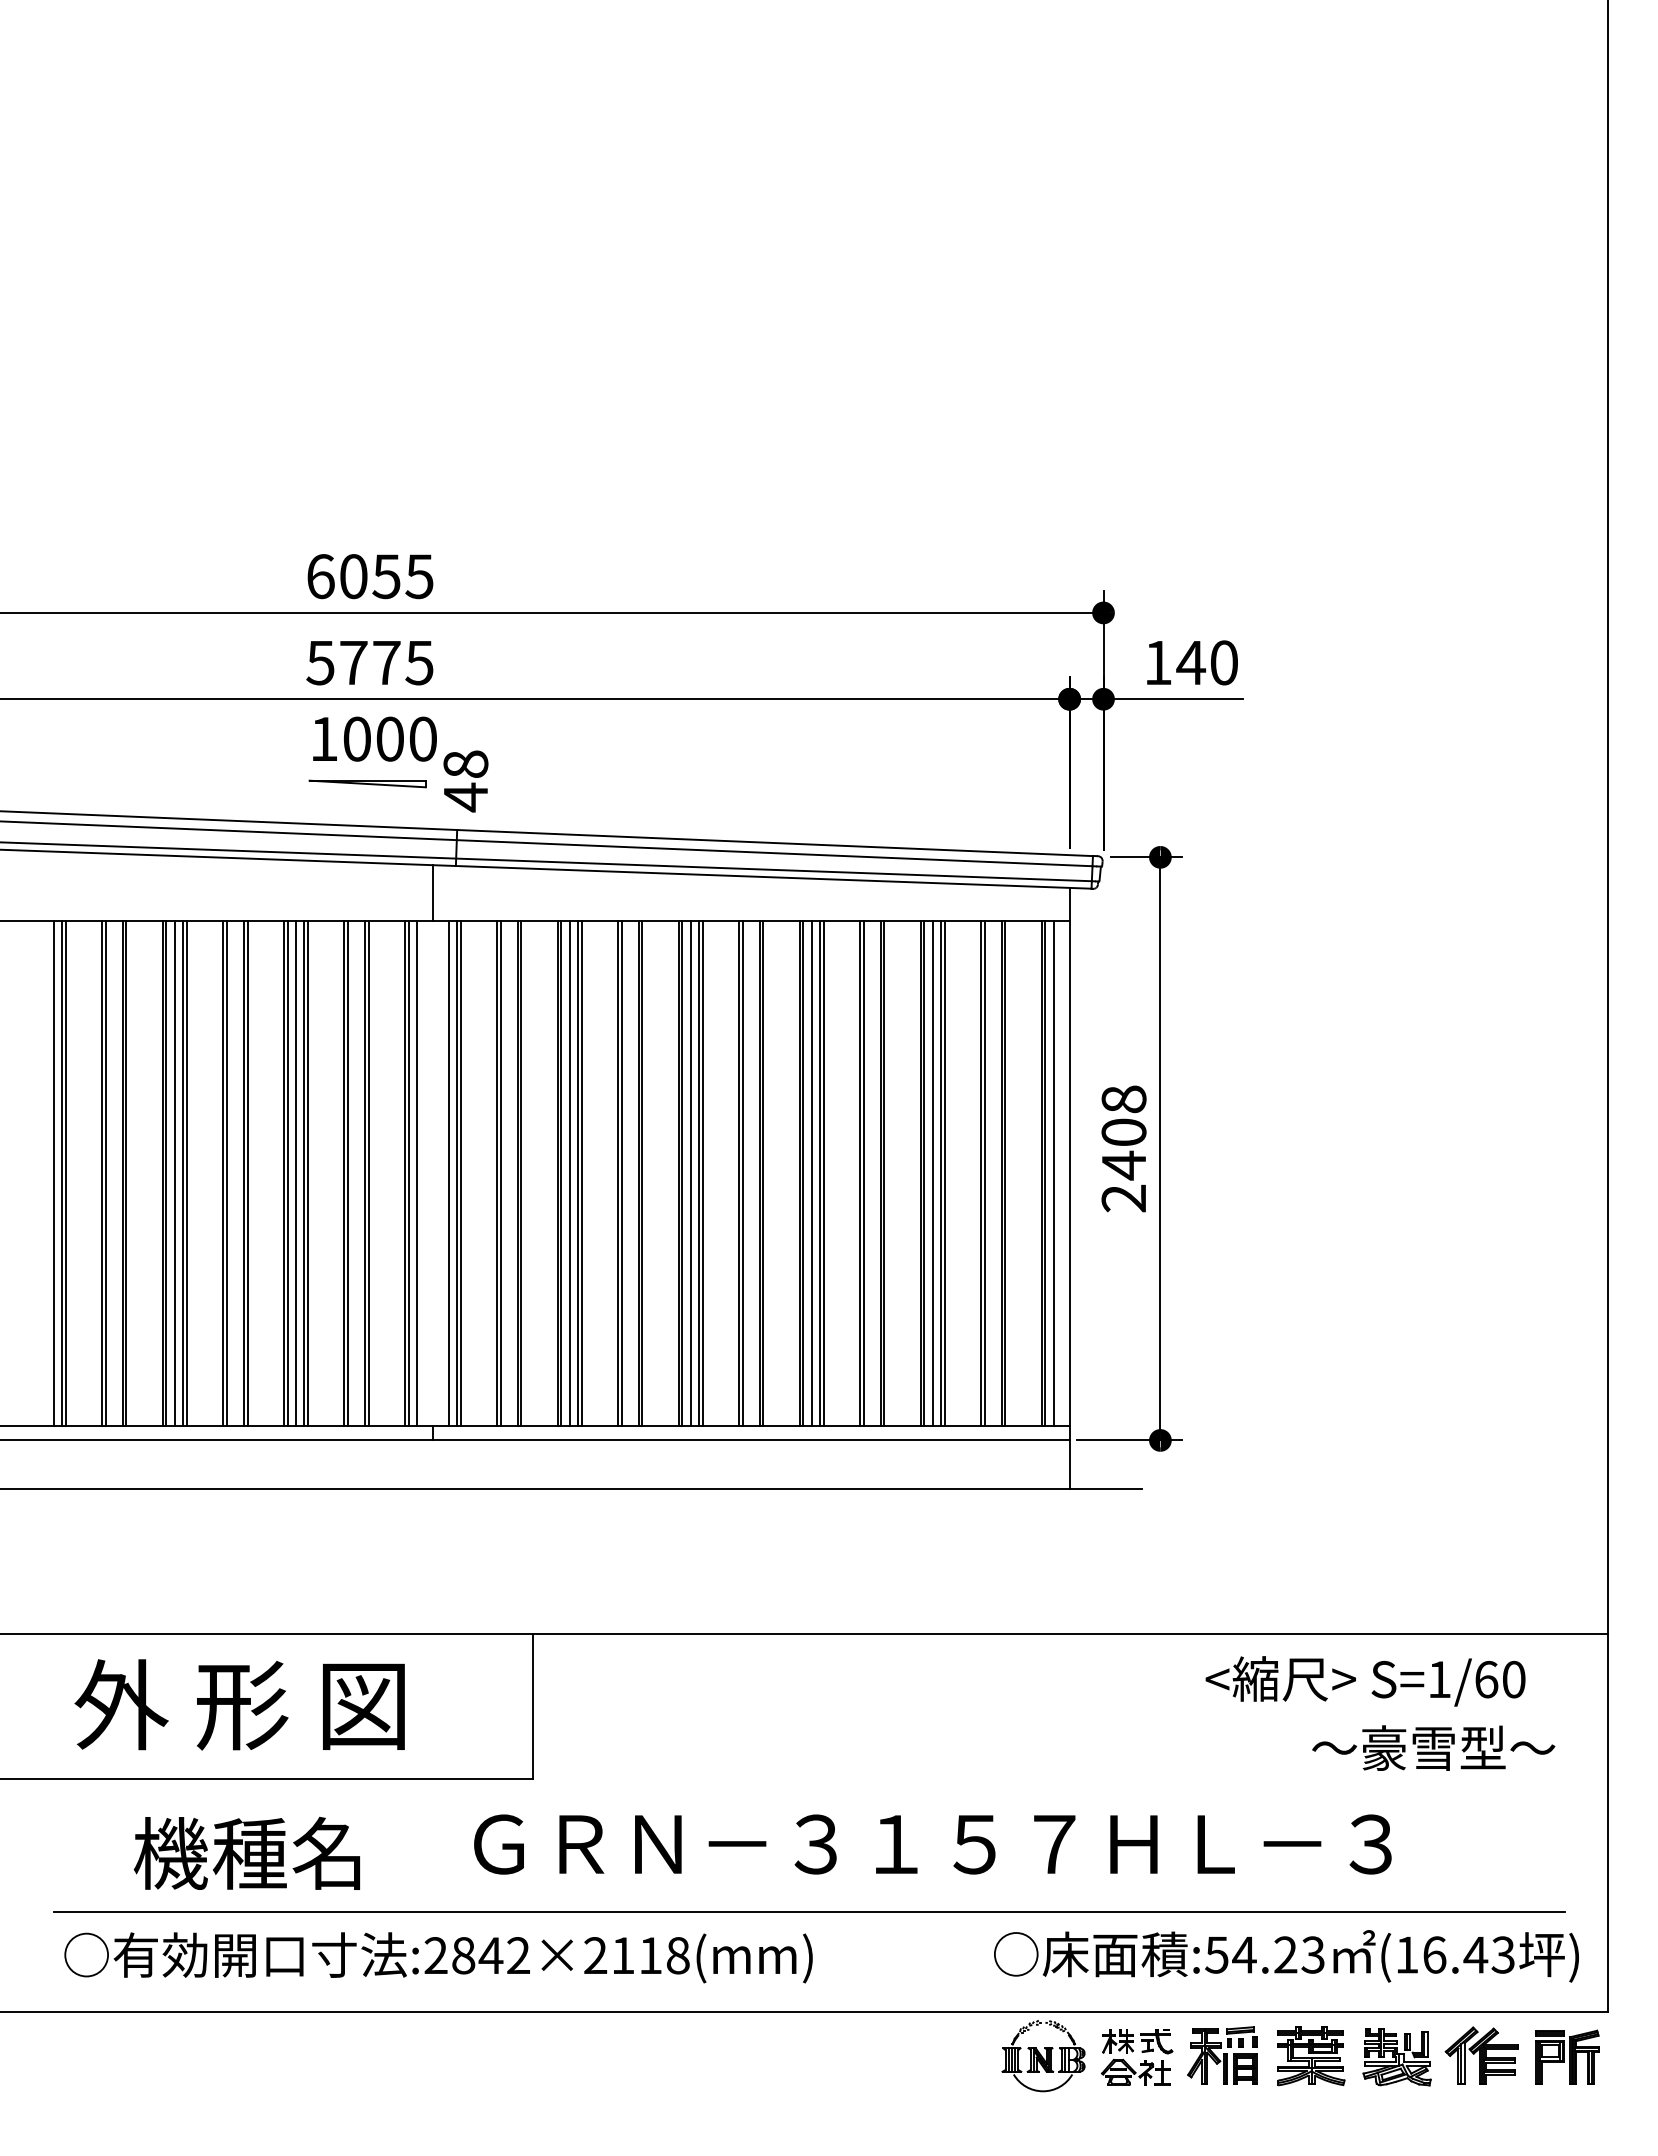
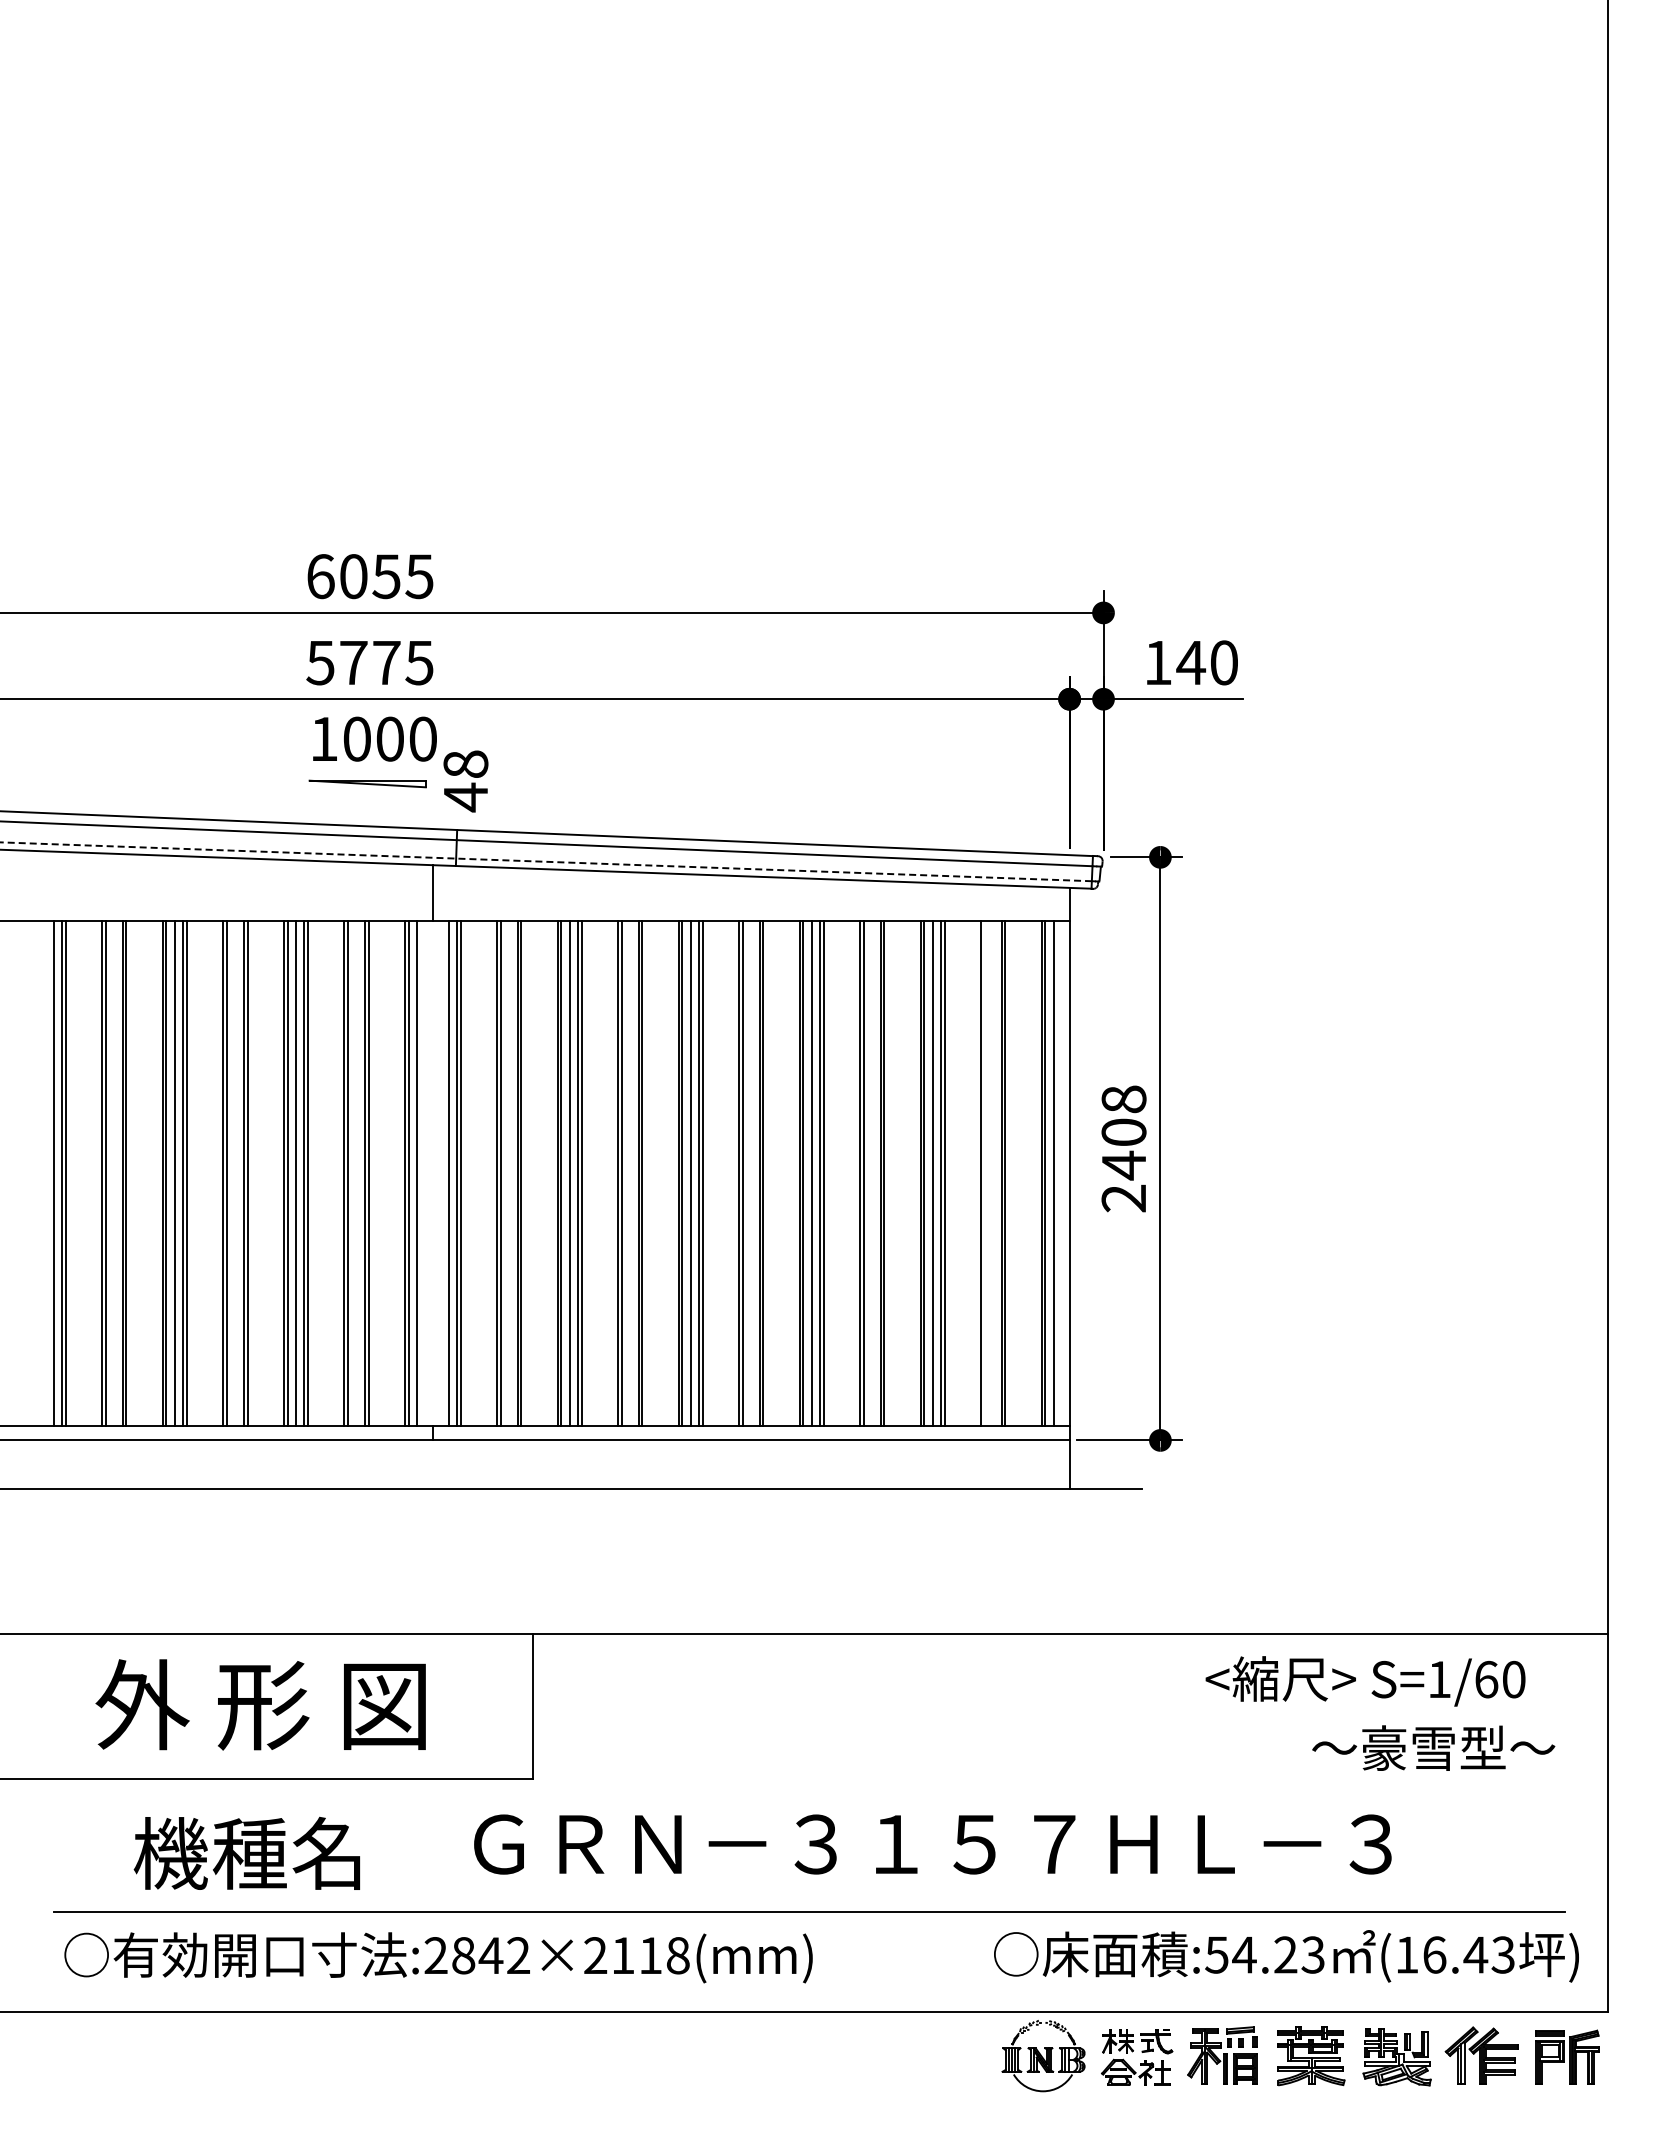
line at (546, 861): solid -> dashed
line at (984, 1173): present -> none
text at (239, 1704) position: (239, 1704) -> (260, 1704)
